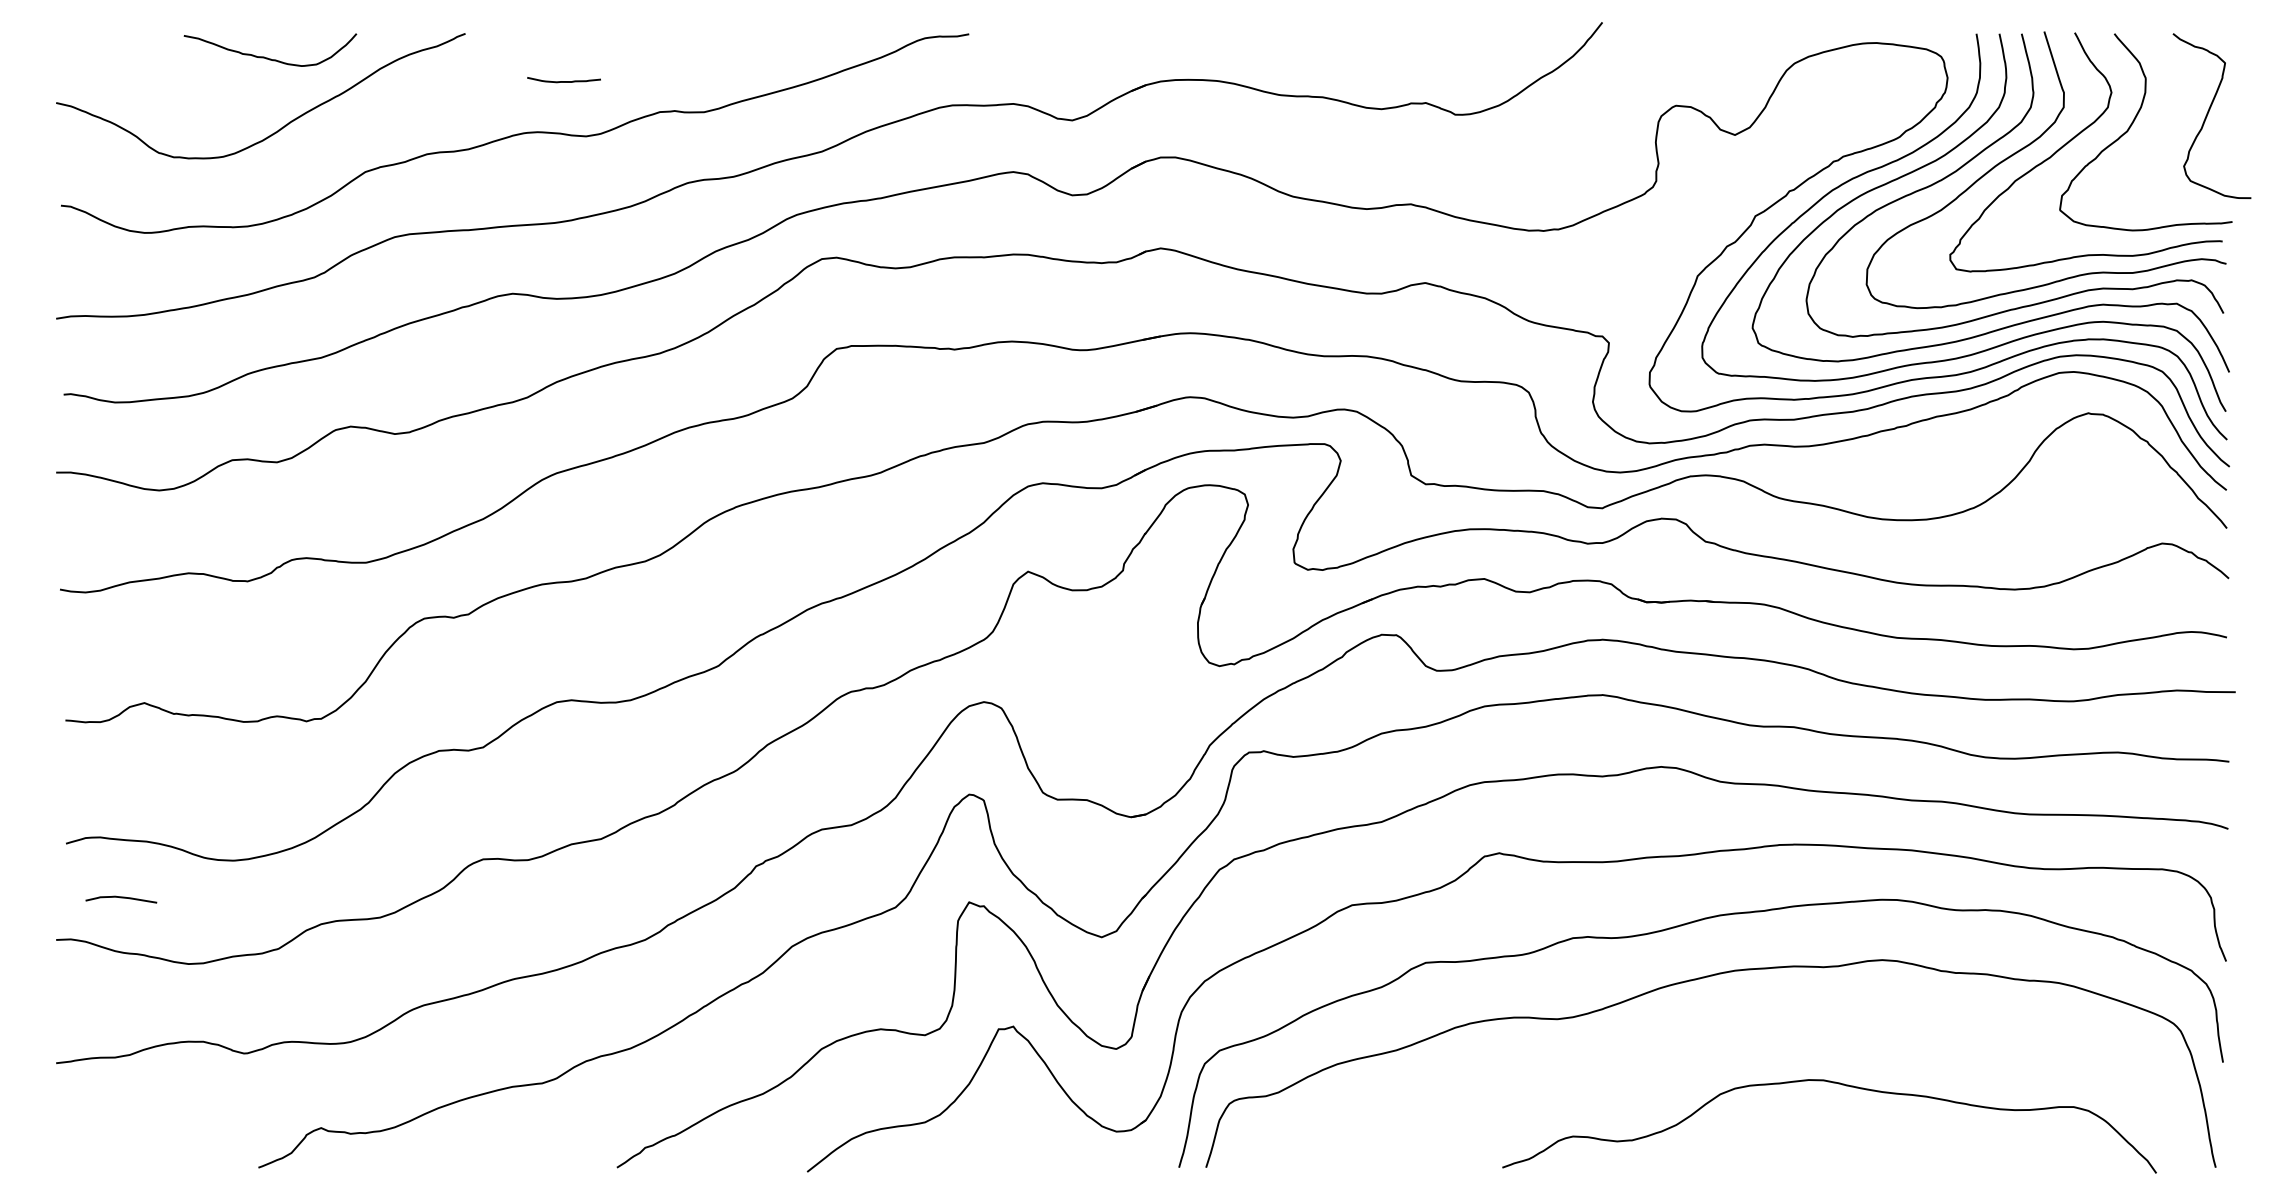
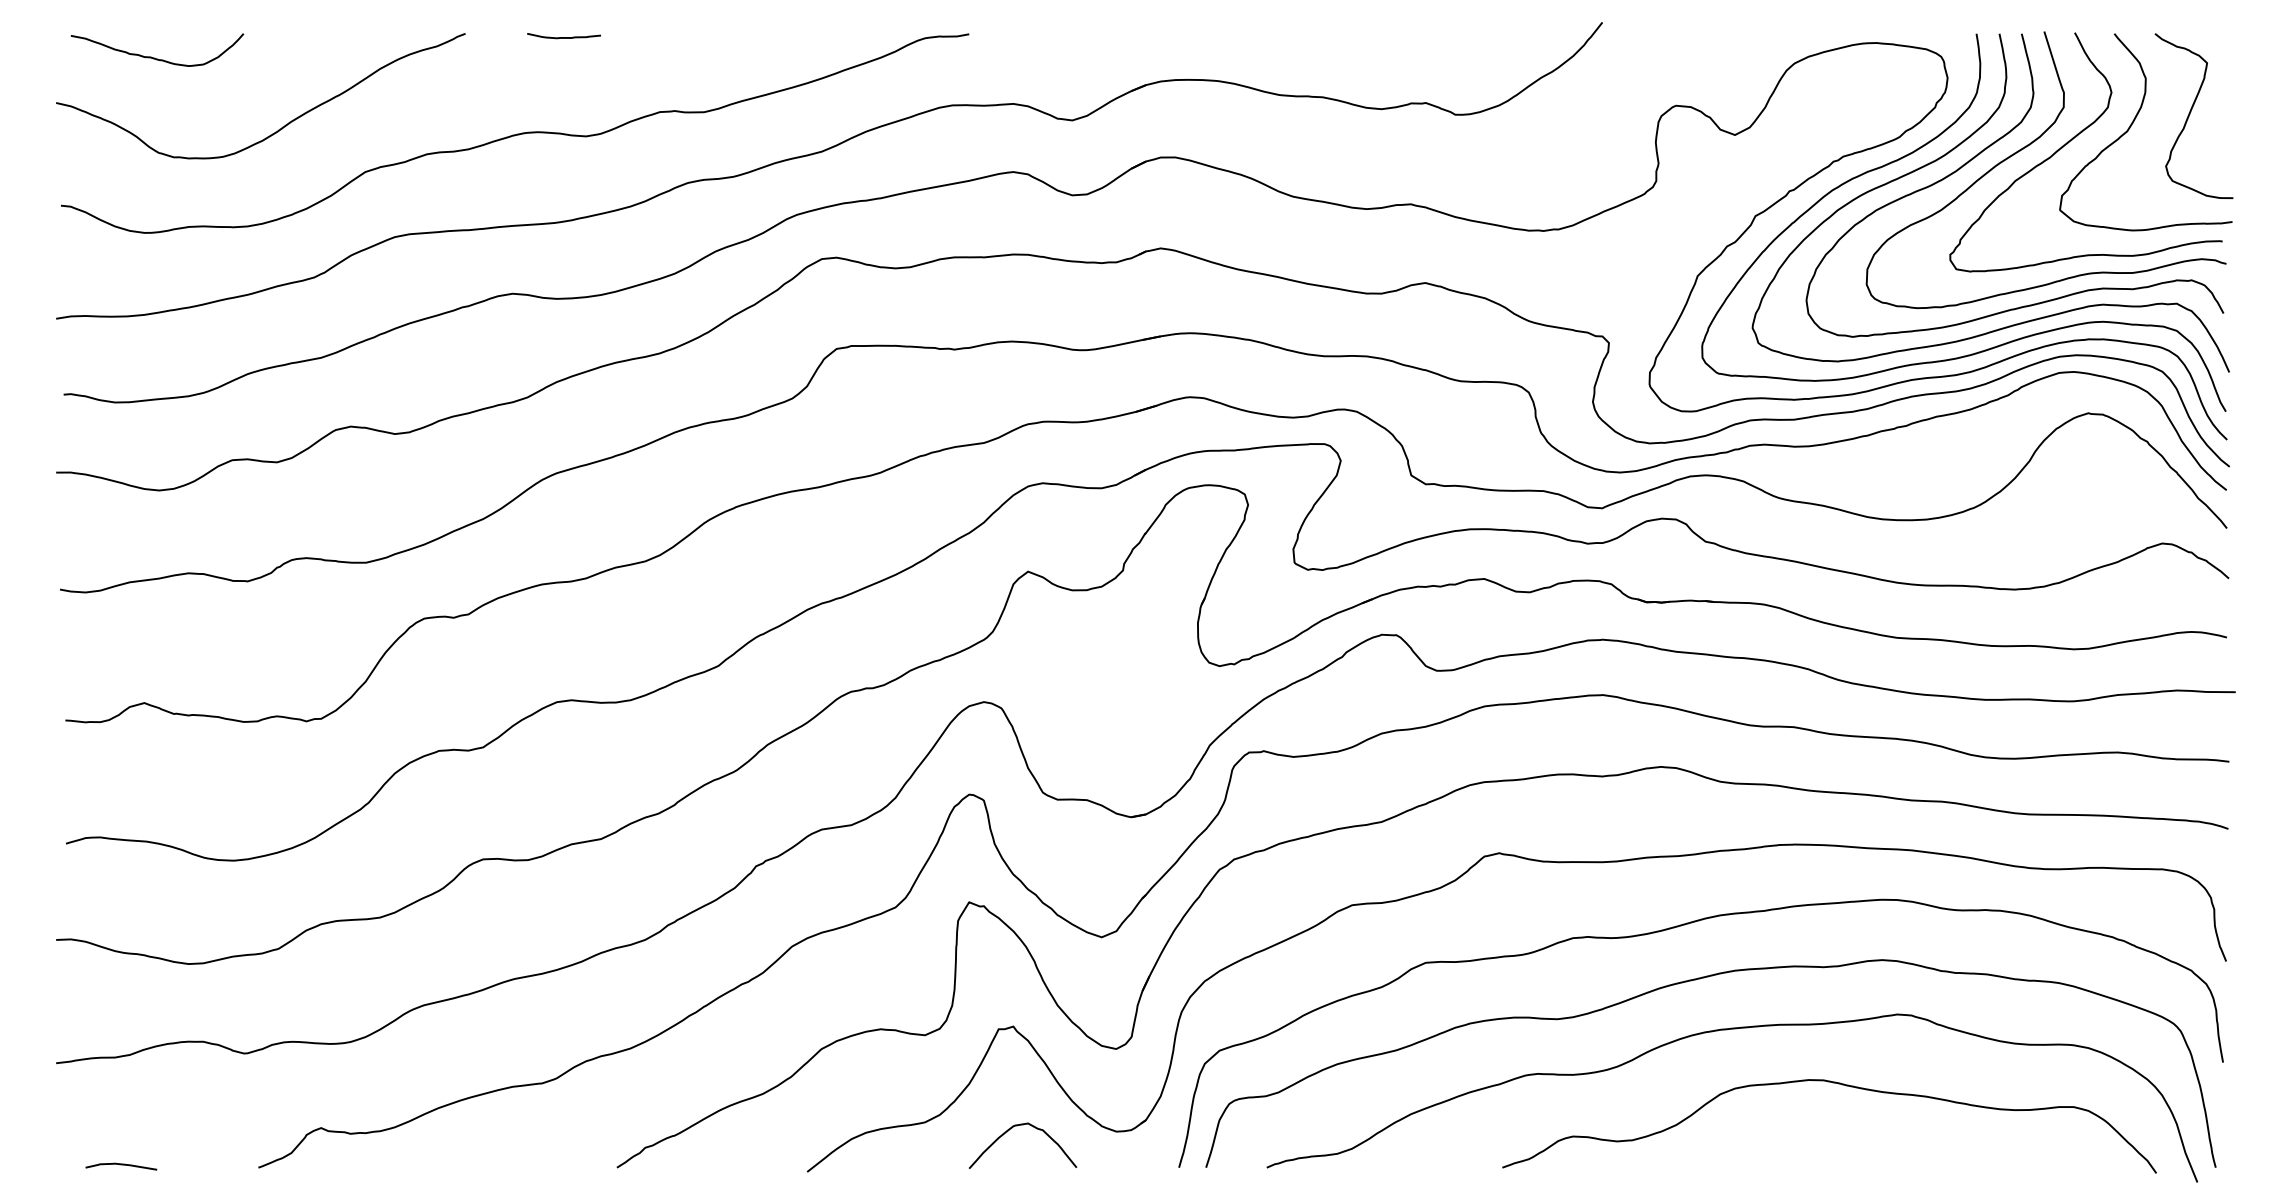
curve at (267, 57) position: (267, 57) -> (154, 57)
curve at (563, 81) position: (563, 81) -> (563, 37)
curve at (2208, 114) position: (2208, 114) -> (2190, 114)
curve at (121, 898) position: (121, 898) -> (121, 1165)
curve at (1727, 1030): none -> present
curve at (1017, 1126): none -> present
